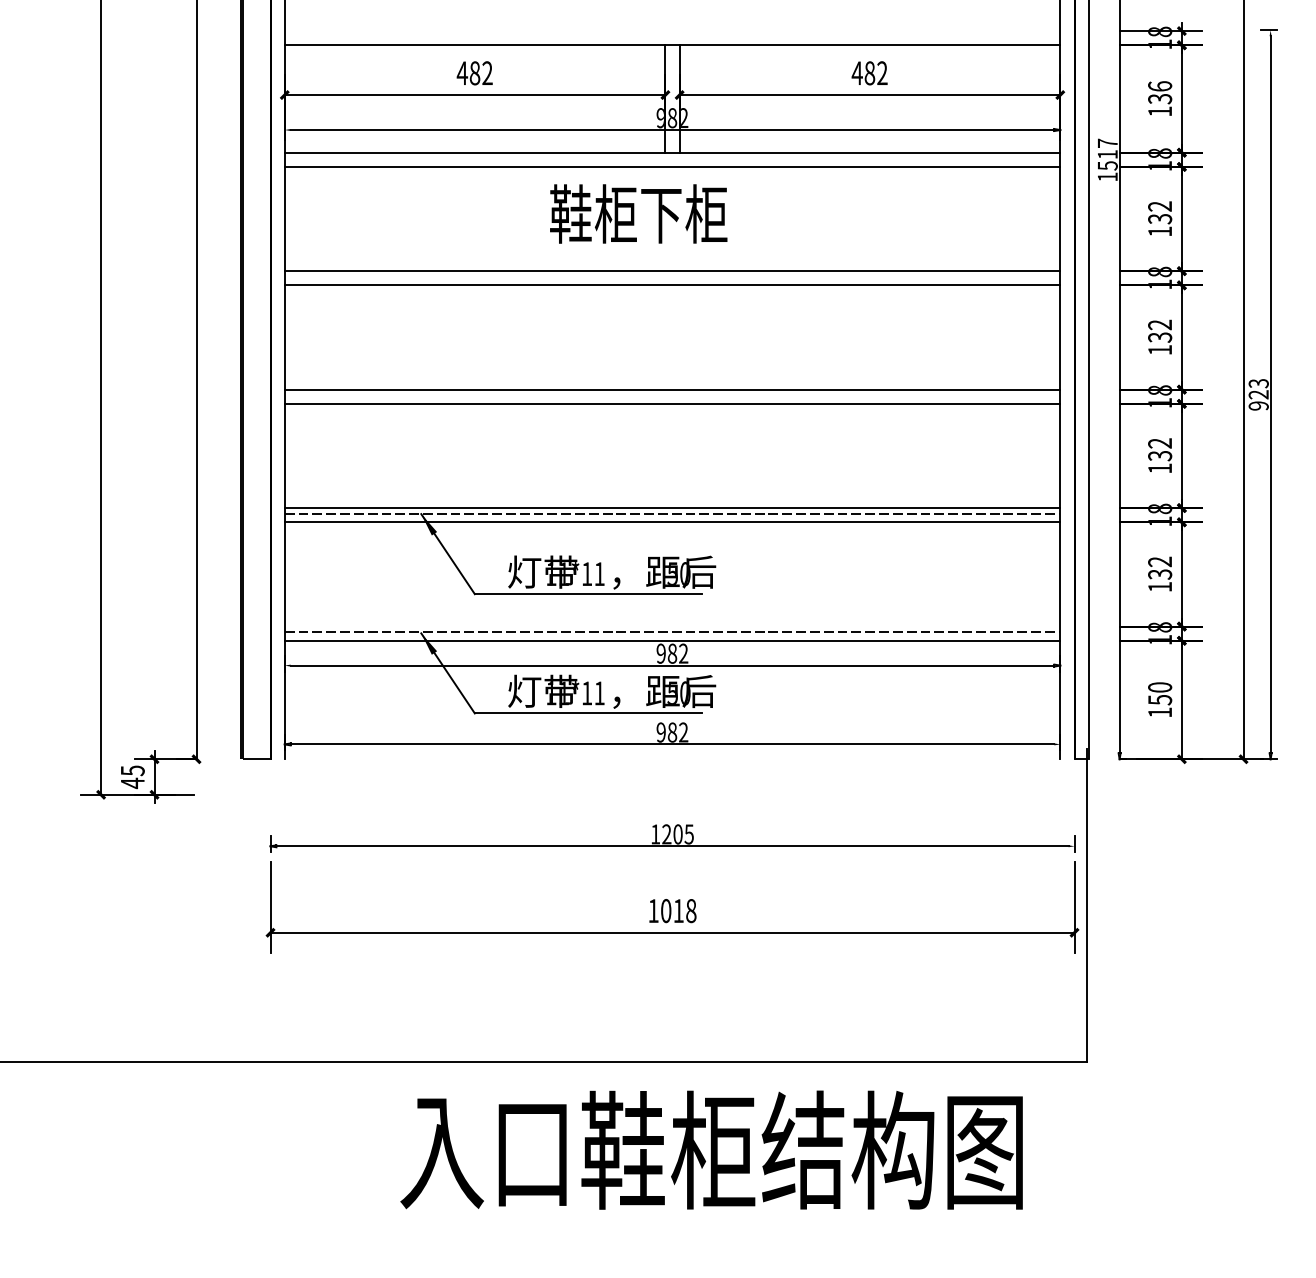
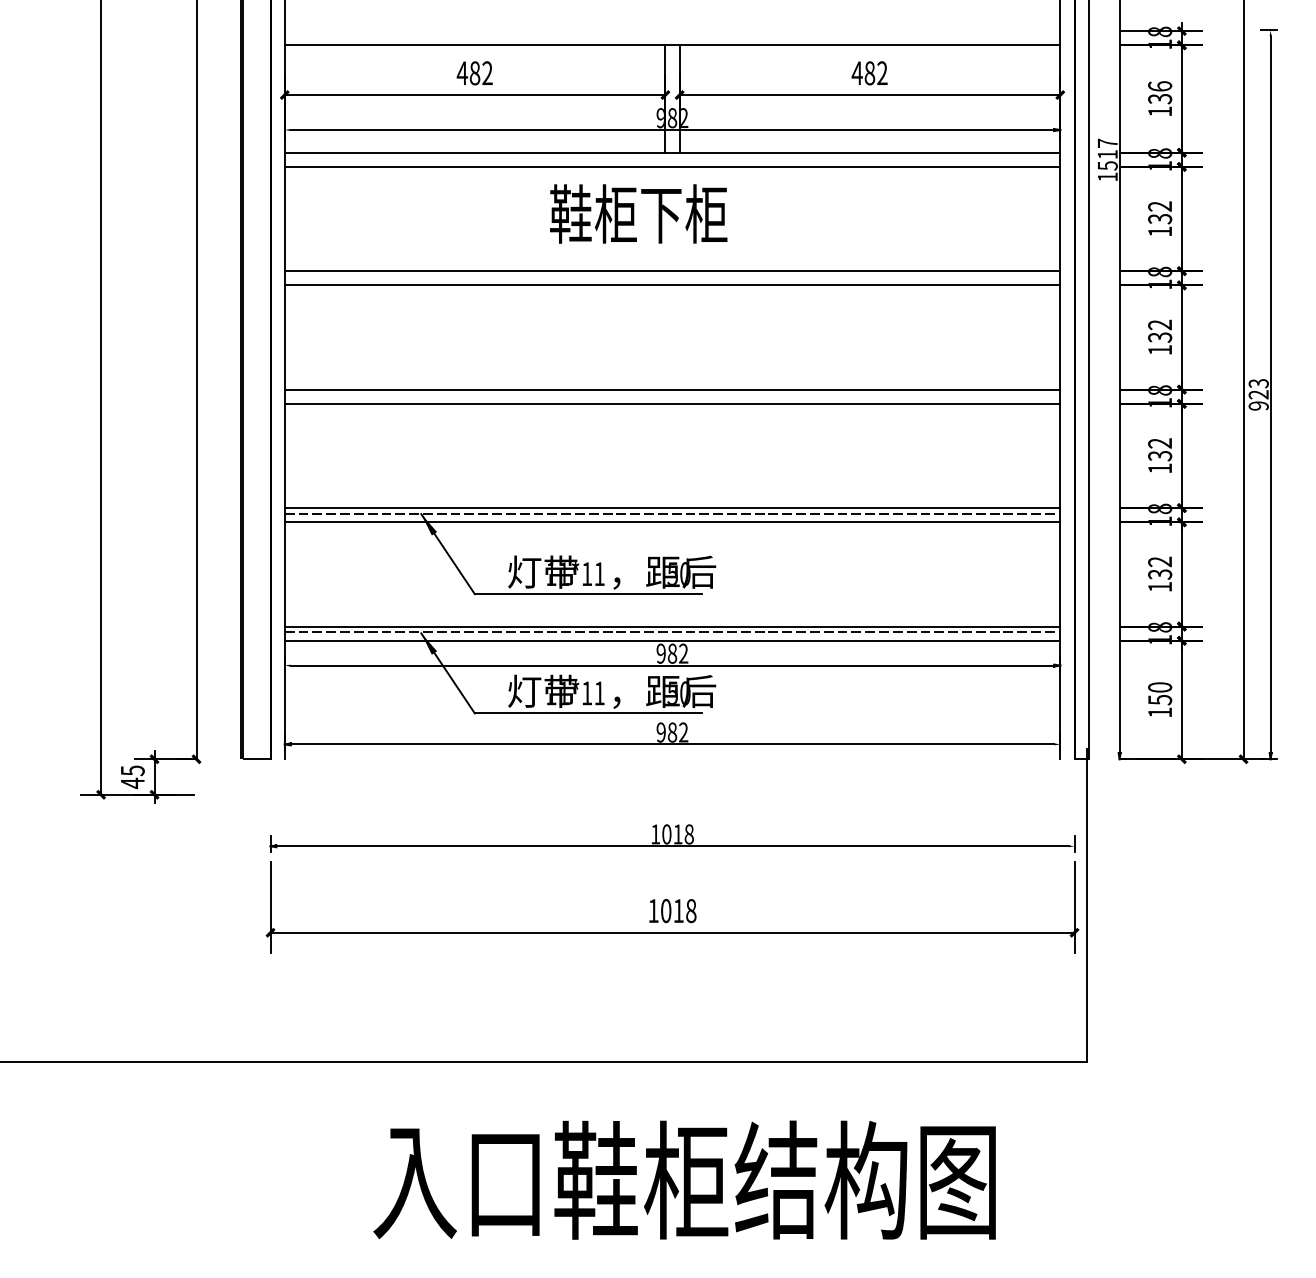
line at (672, 626): none -> present
text at (677, 834): 1205 -> 1018
text at (711, 1149) position: (711, 1149) -> (684, 1179)
